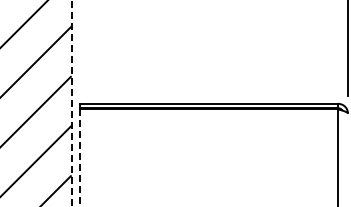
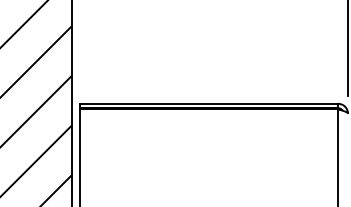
line at (71, 103): dashed -> solid
line at (80, 158): dashed -> solid
